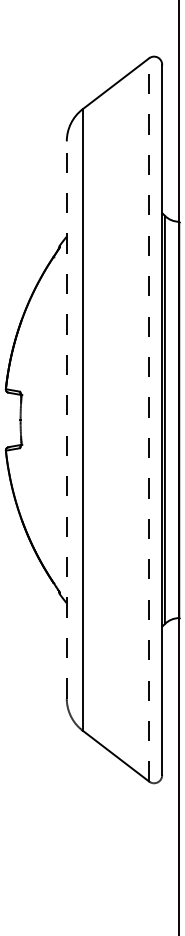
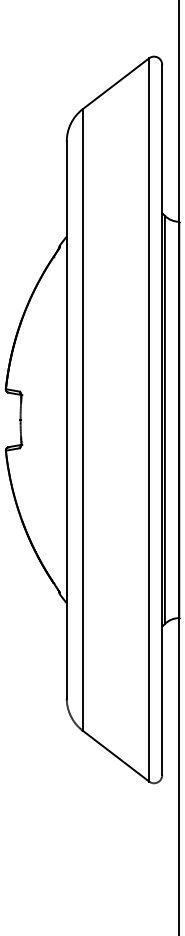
line at (66, 419): dashed -> solid
line at (149, 419): dashed -> solid
